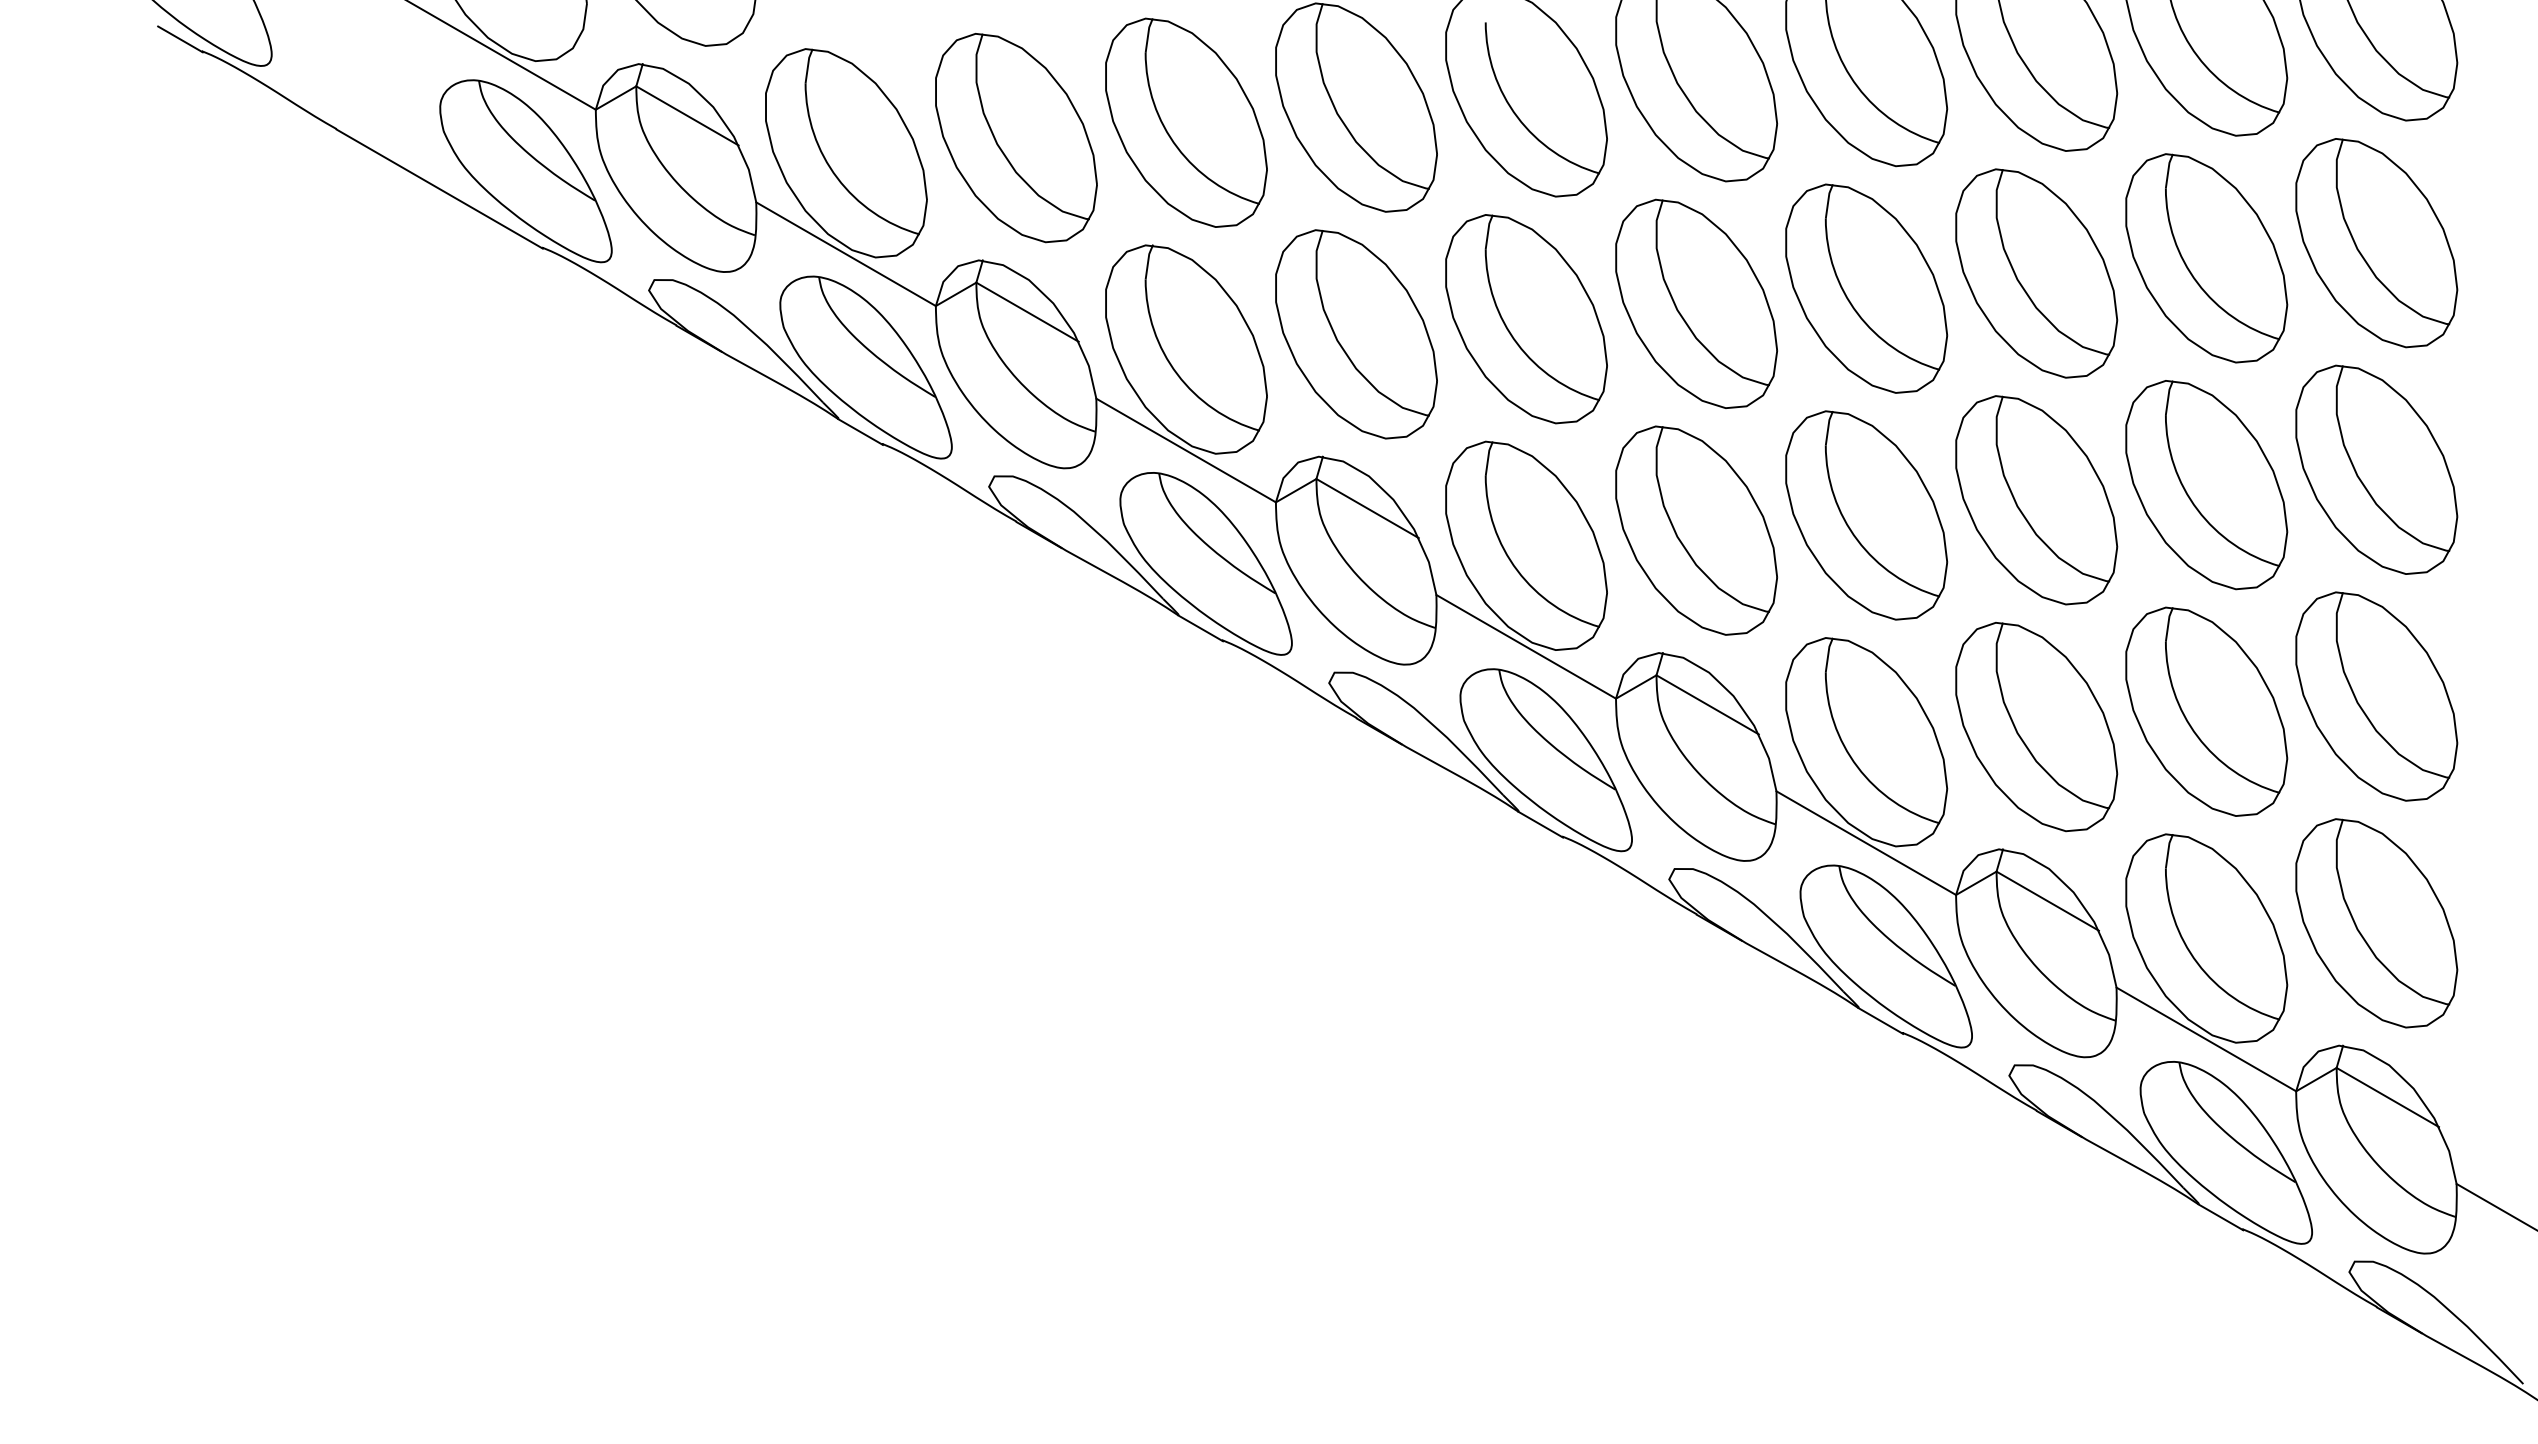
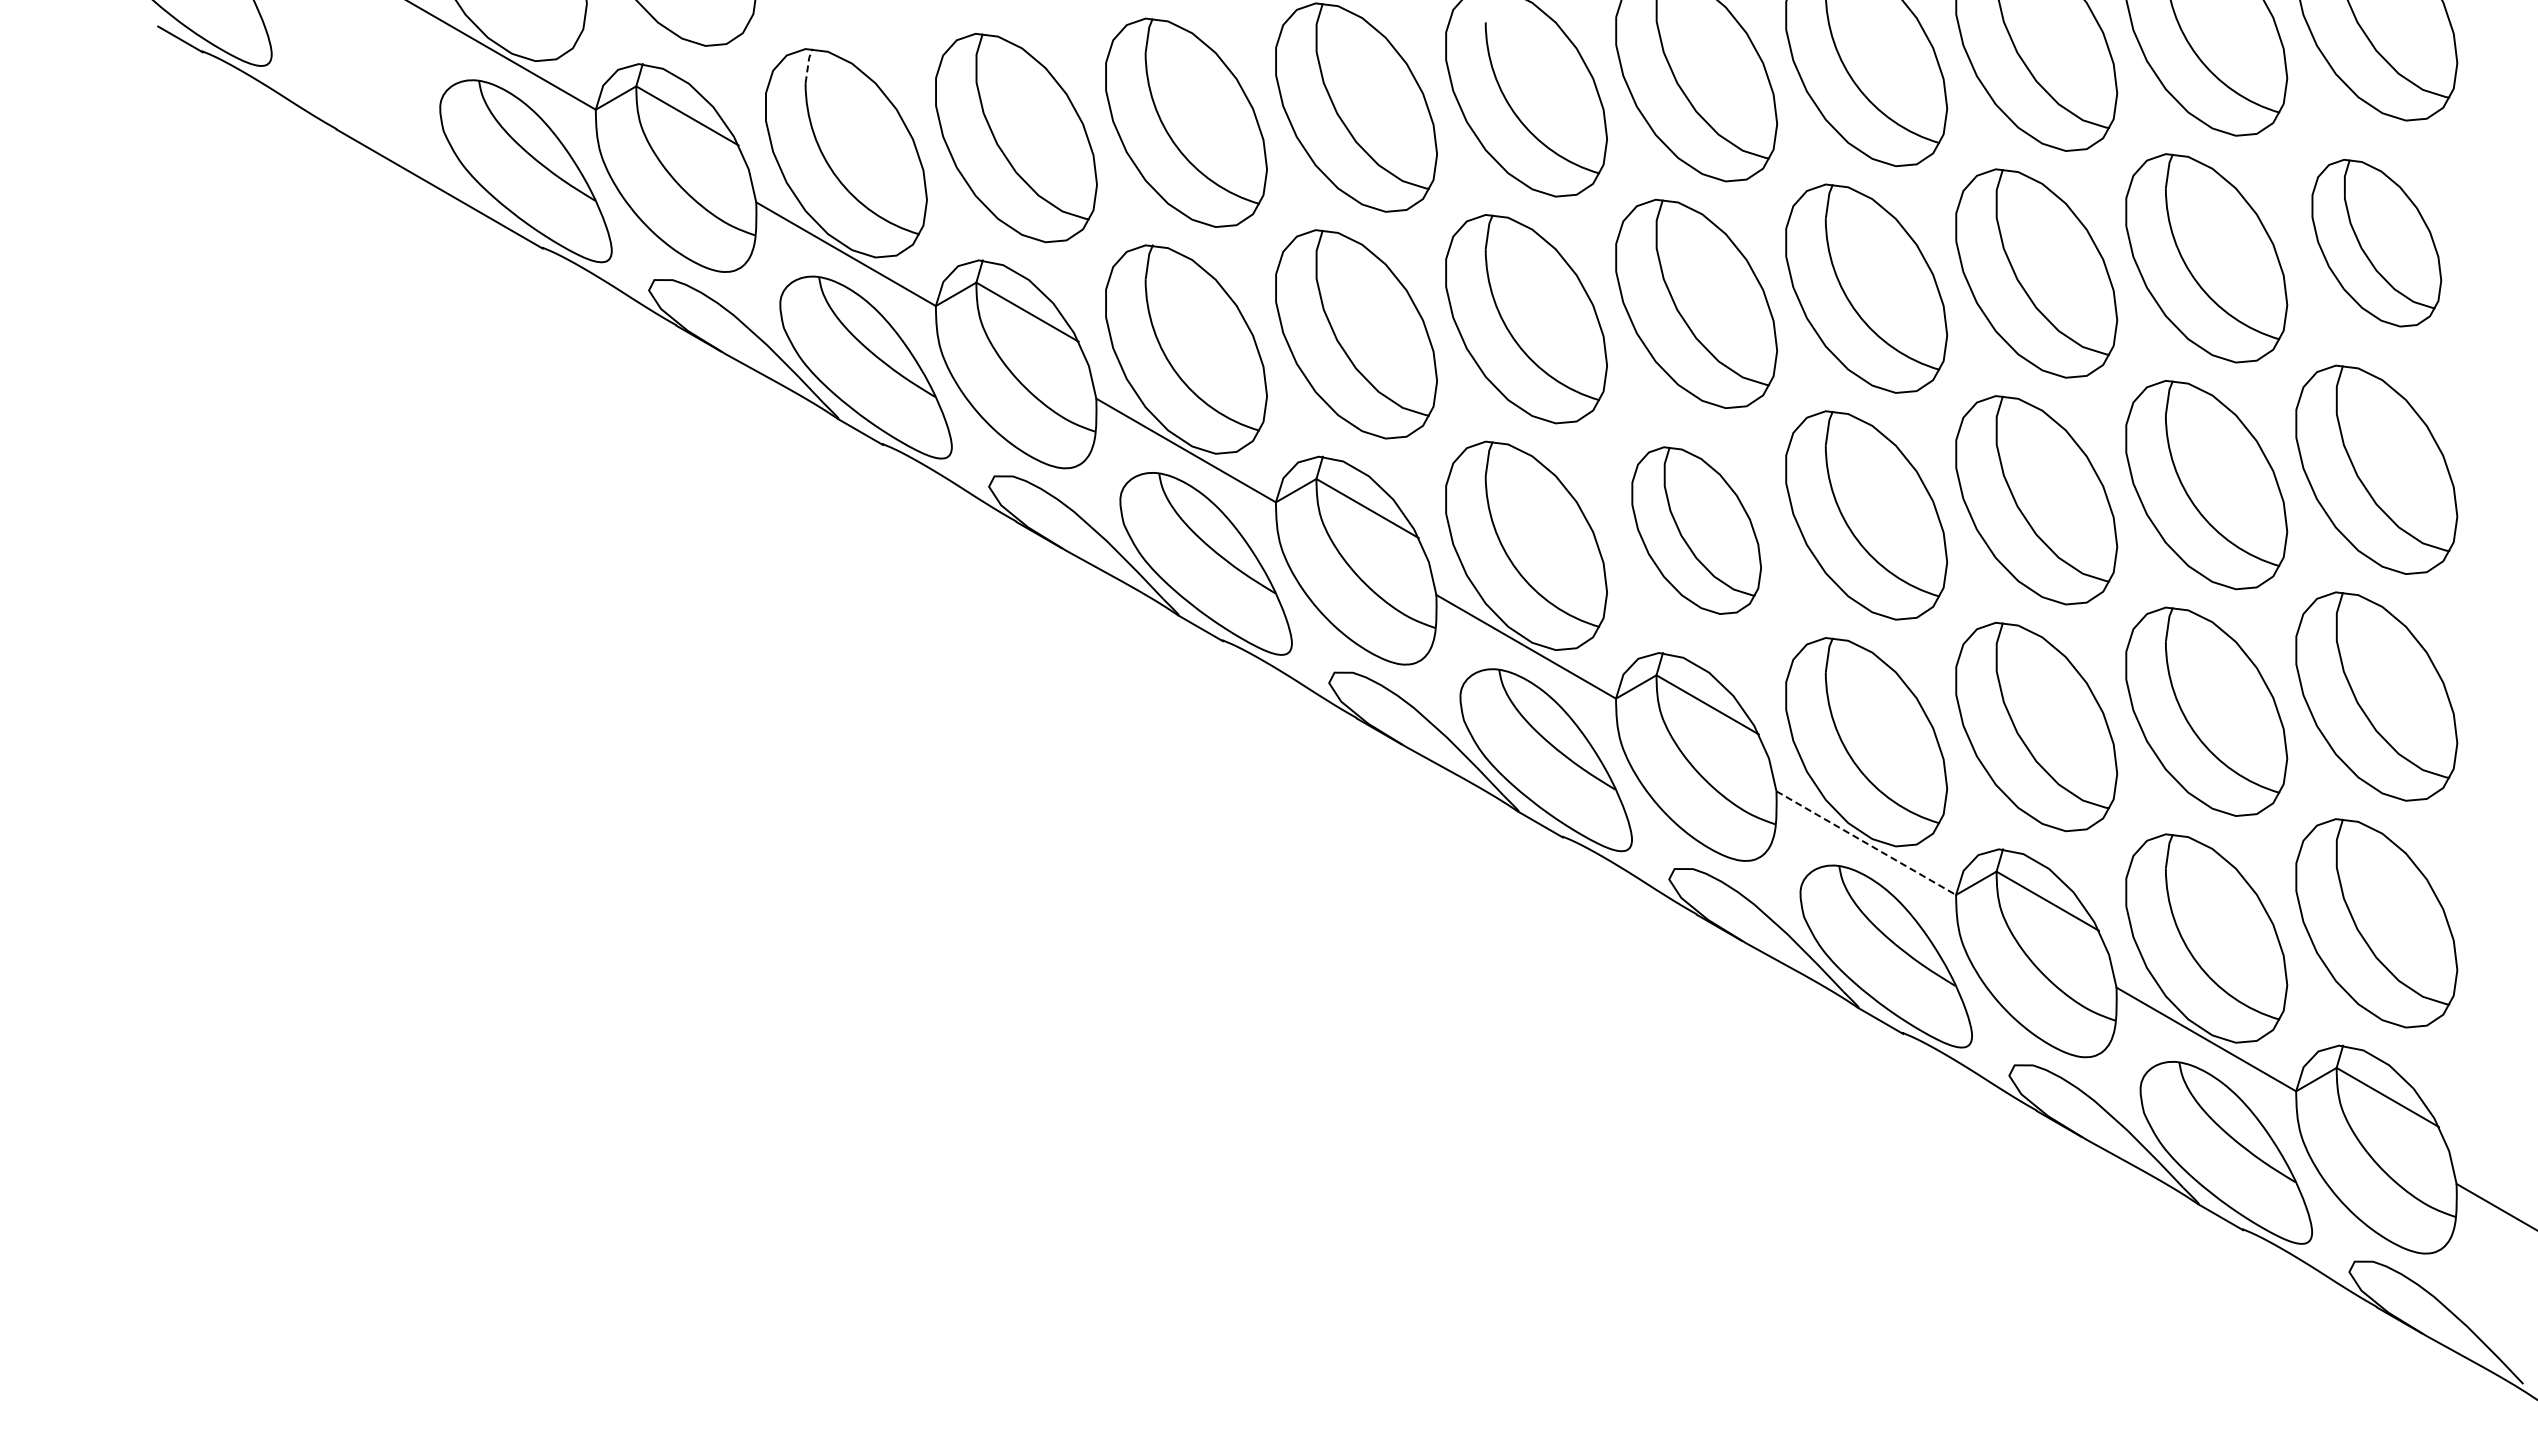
line at (808, 64): solid -> dashed
part at (2376, 243) size: 164x211 px -> 132x170 px
part at (1696, 530) size: 164x211 px -> 131x169 px
line at (1866, 843): solid -> dashed
